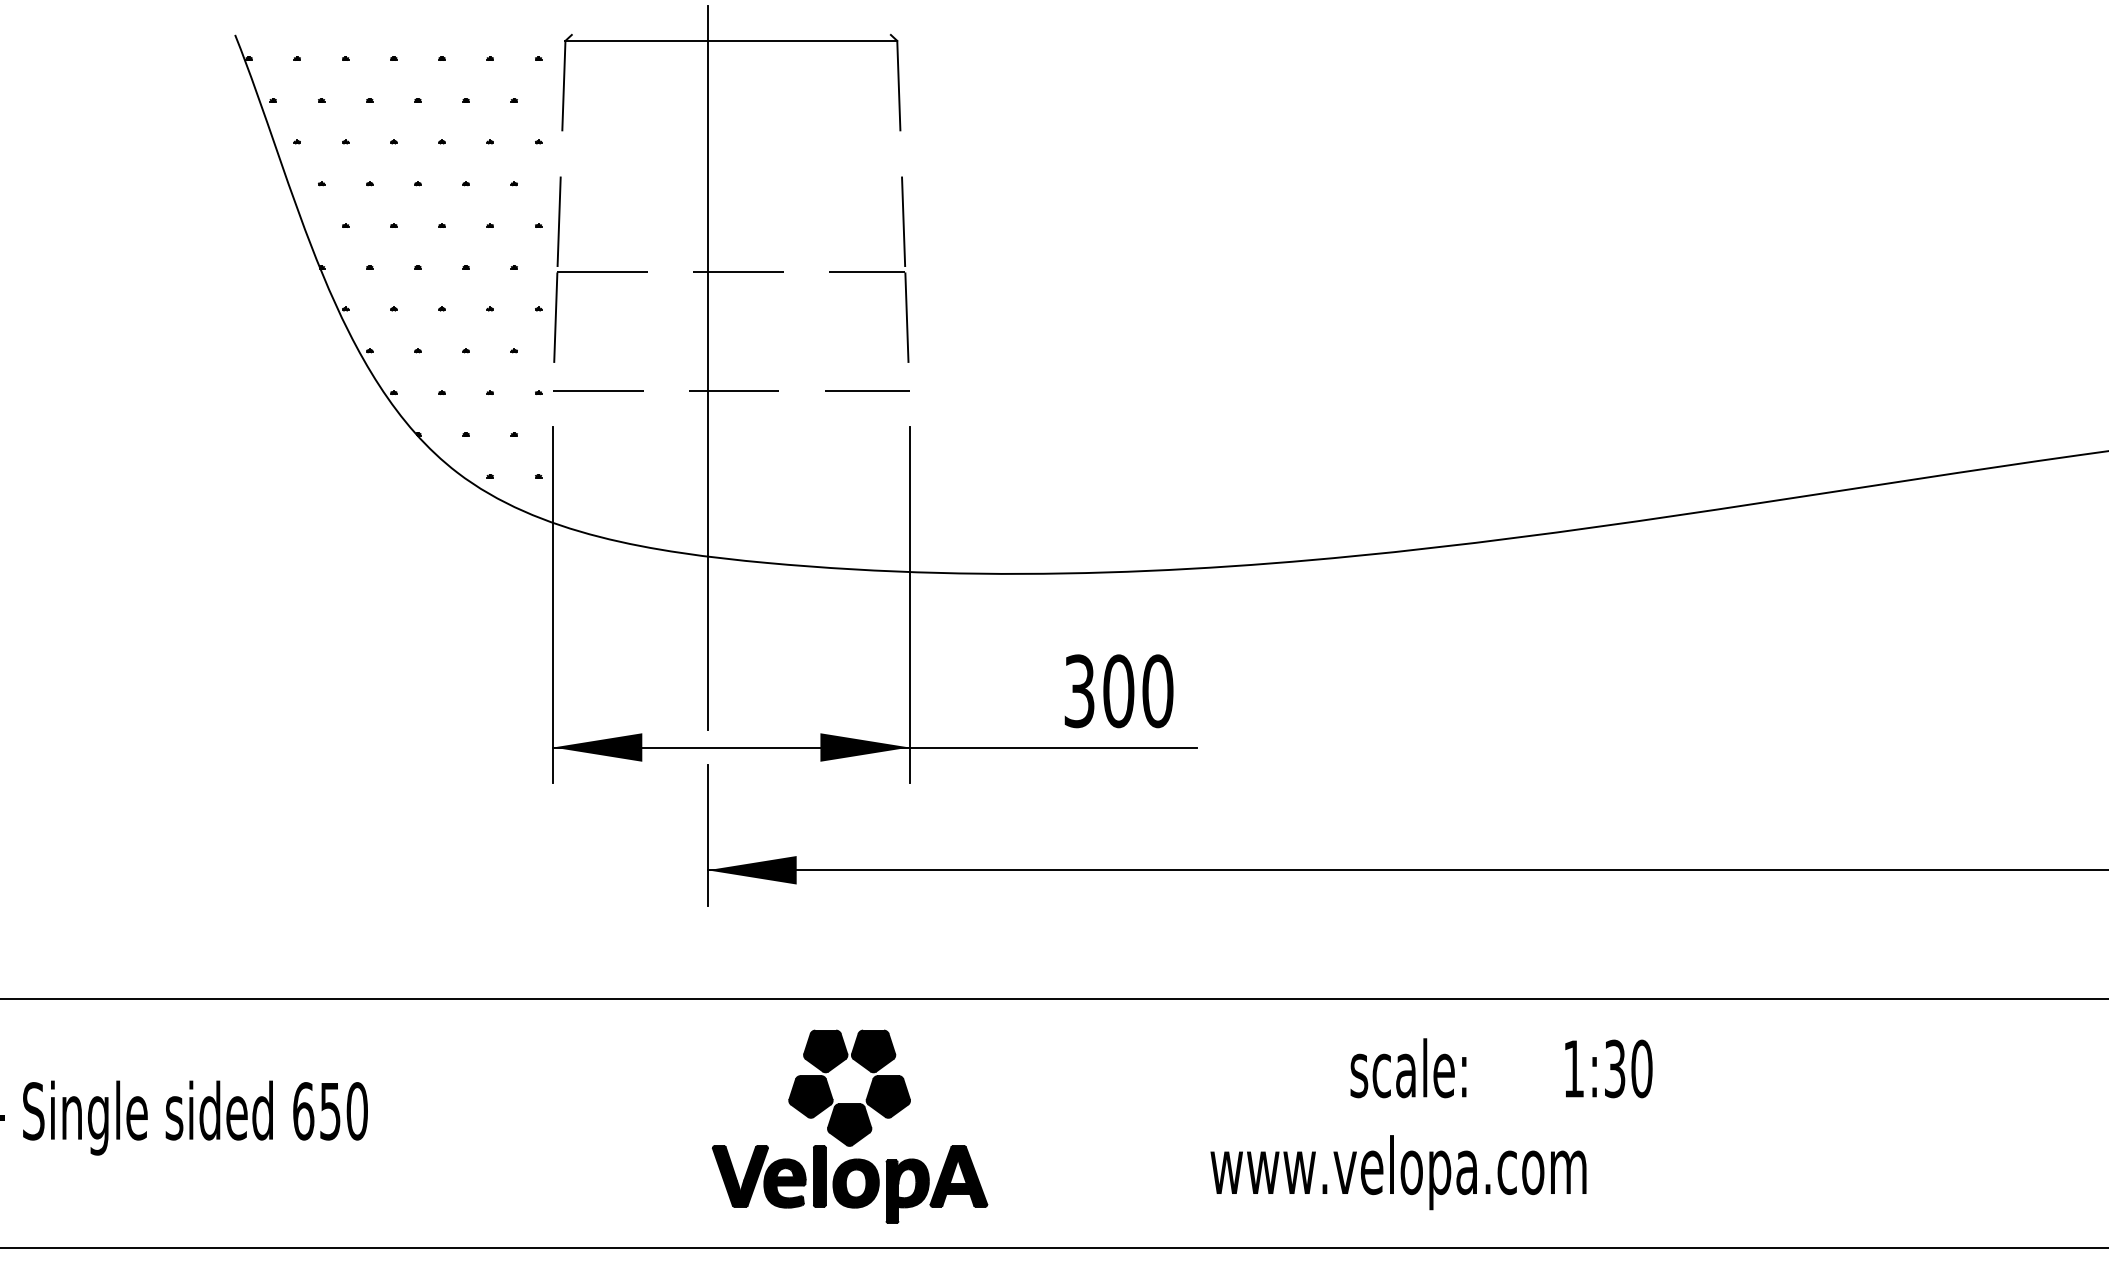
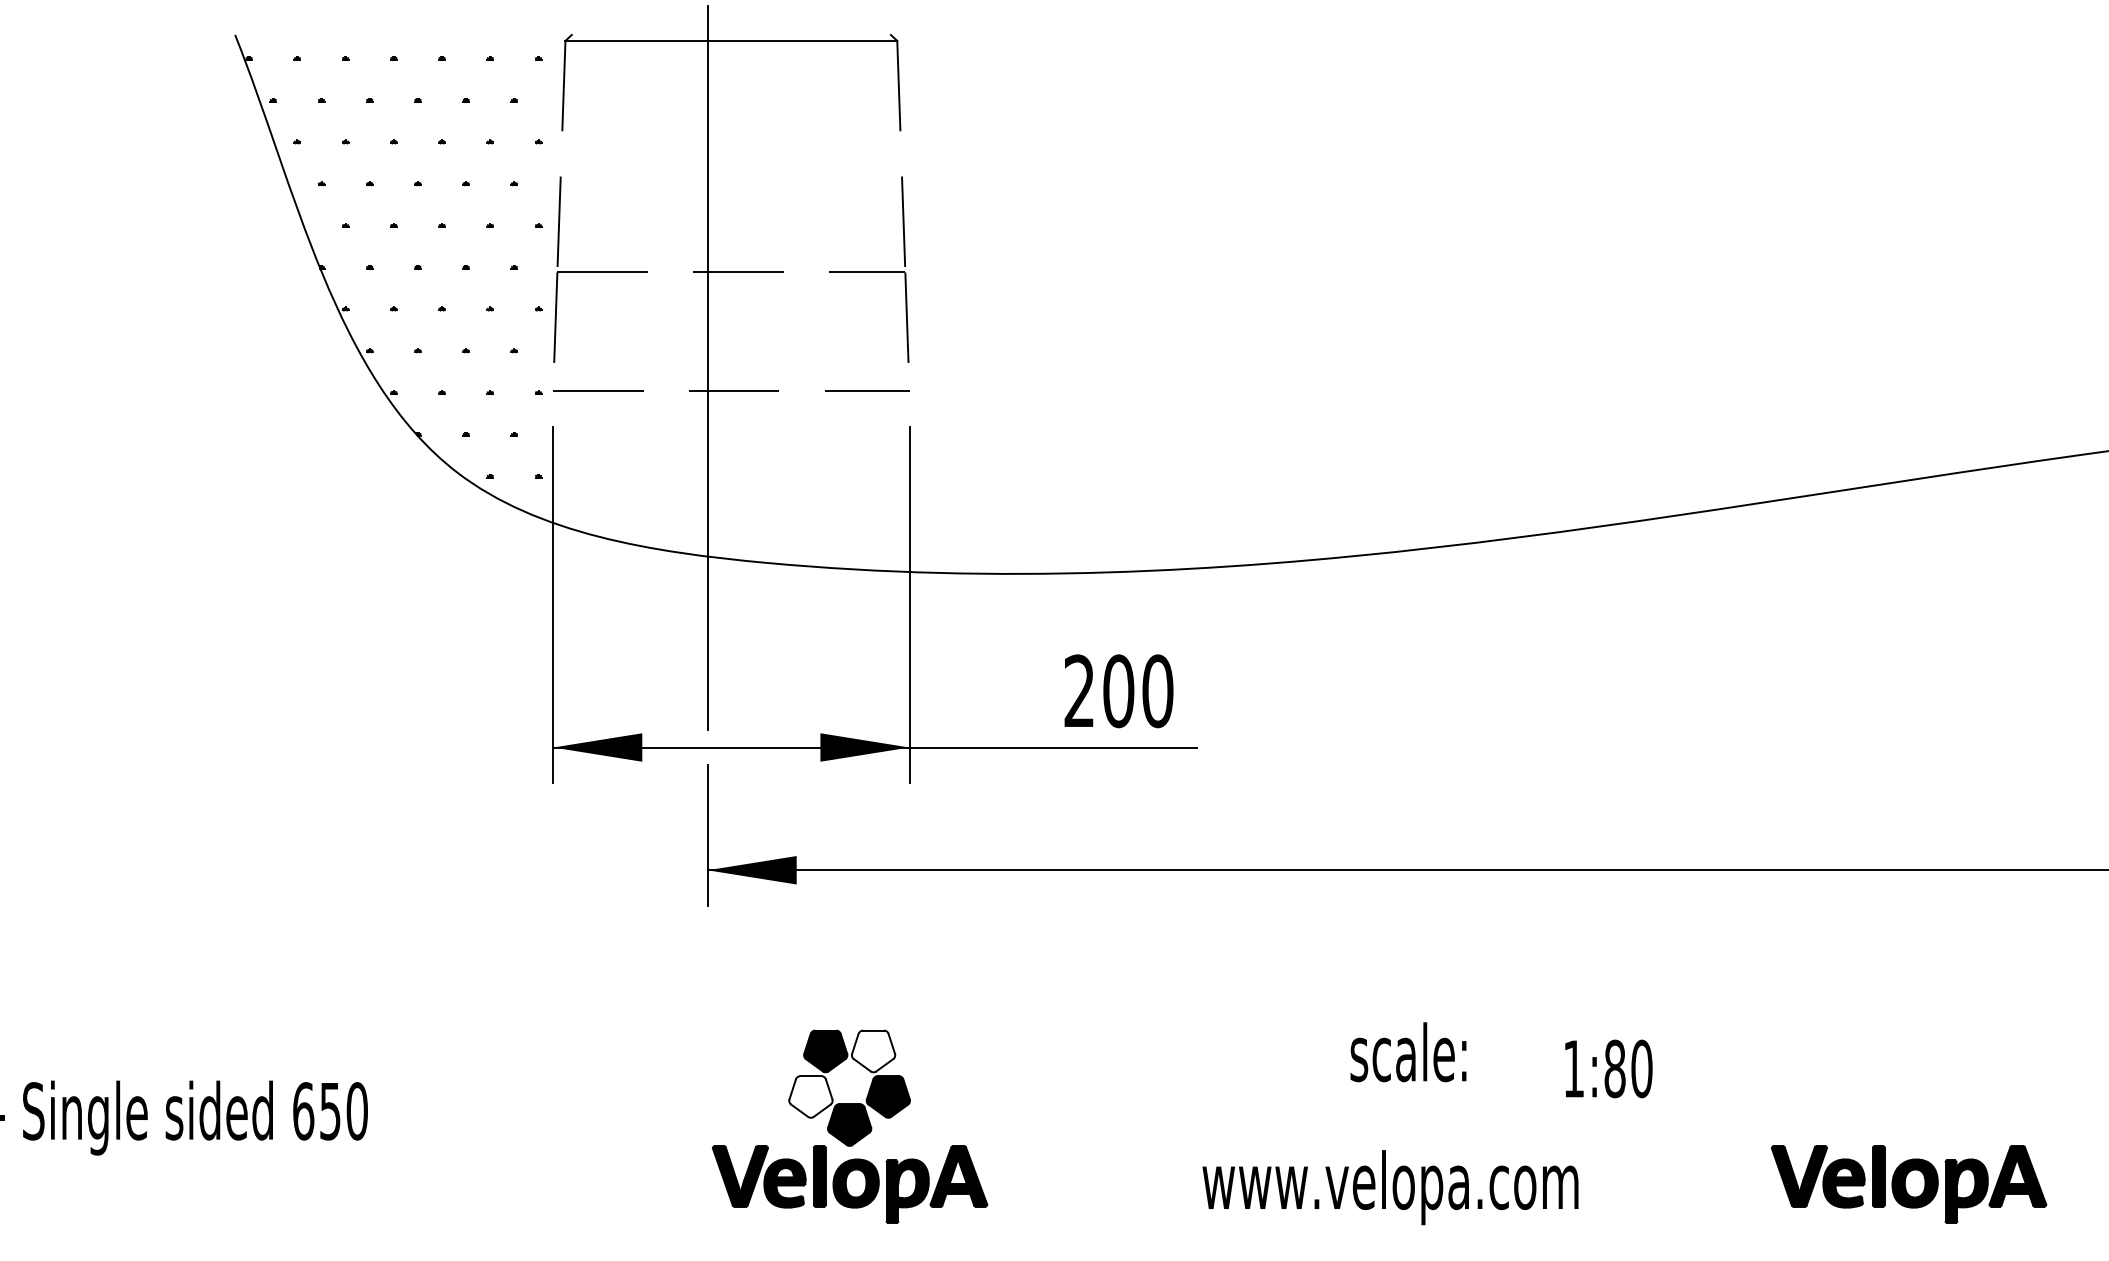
text at (1079, 691): 300 -> 200
line at (1053, 998): present -> none
fill at (873, 1051): present -> none
text at (1408, 1068) position: (1408, 1068) -> (1408, 1052)
text at (1614, 1068): 1:30 -> 1:80
fill at (810, 1096): present -> none
text at (1398, 1172) position: (1398, 1172) -> (1390, 1187)
part at (1908, 1184): none -> present
line at (1053, 1247): present -> none
